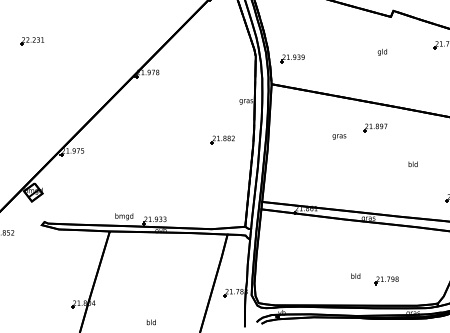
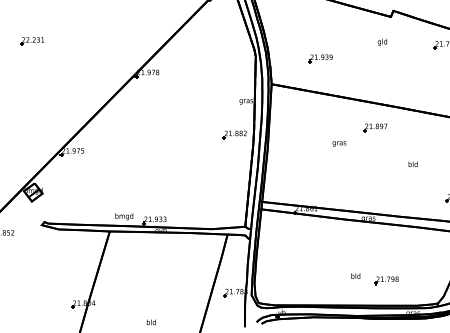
text at (381, 52) position: (381, 52) -> (381, 42)
part at (292, 58) position: (292, 58) -> (320, 58)
text at (339, 136) position: (339, 136) -> (339, 143)
part at (222, 139) position: (222, 139) -> (234, 134)
